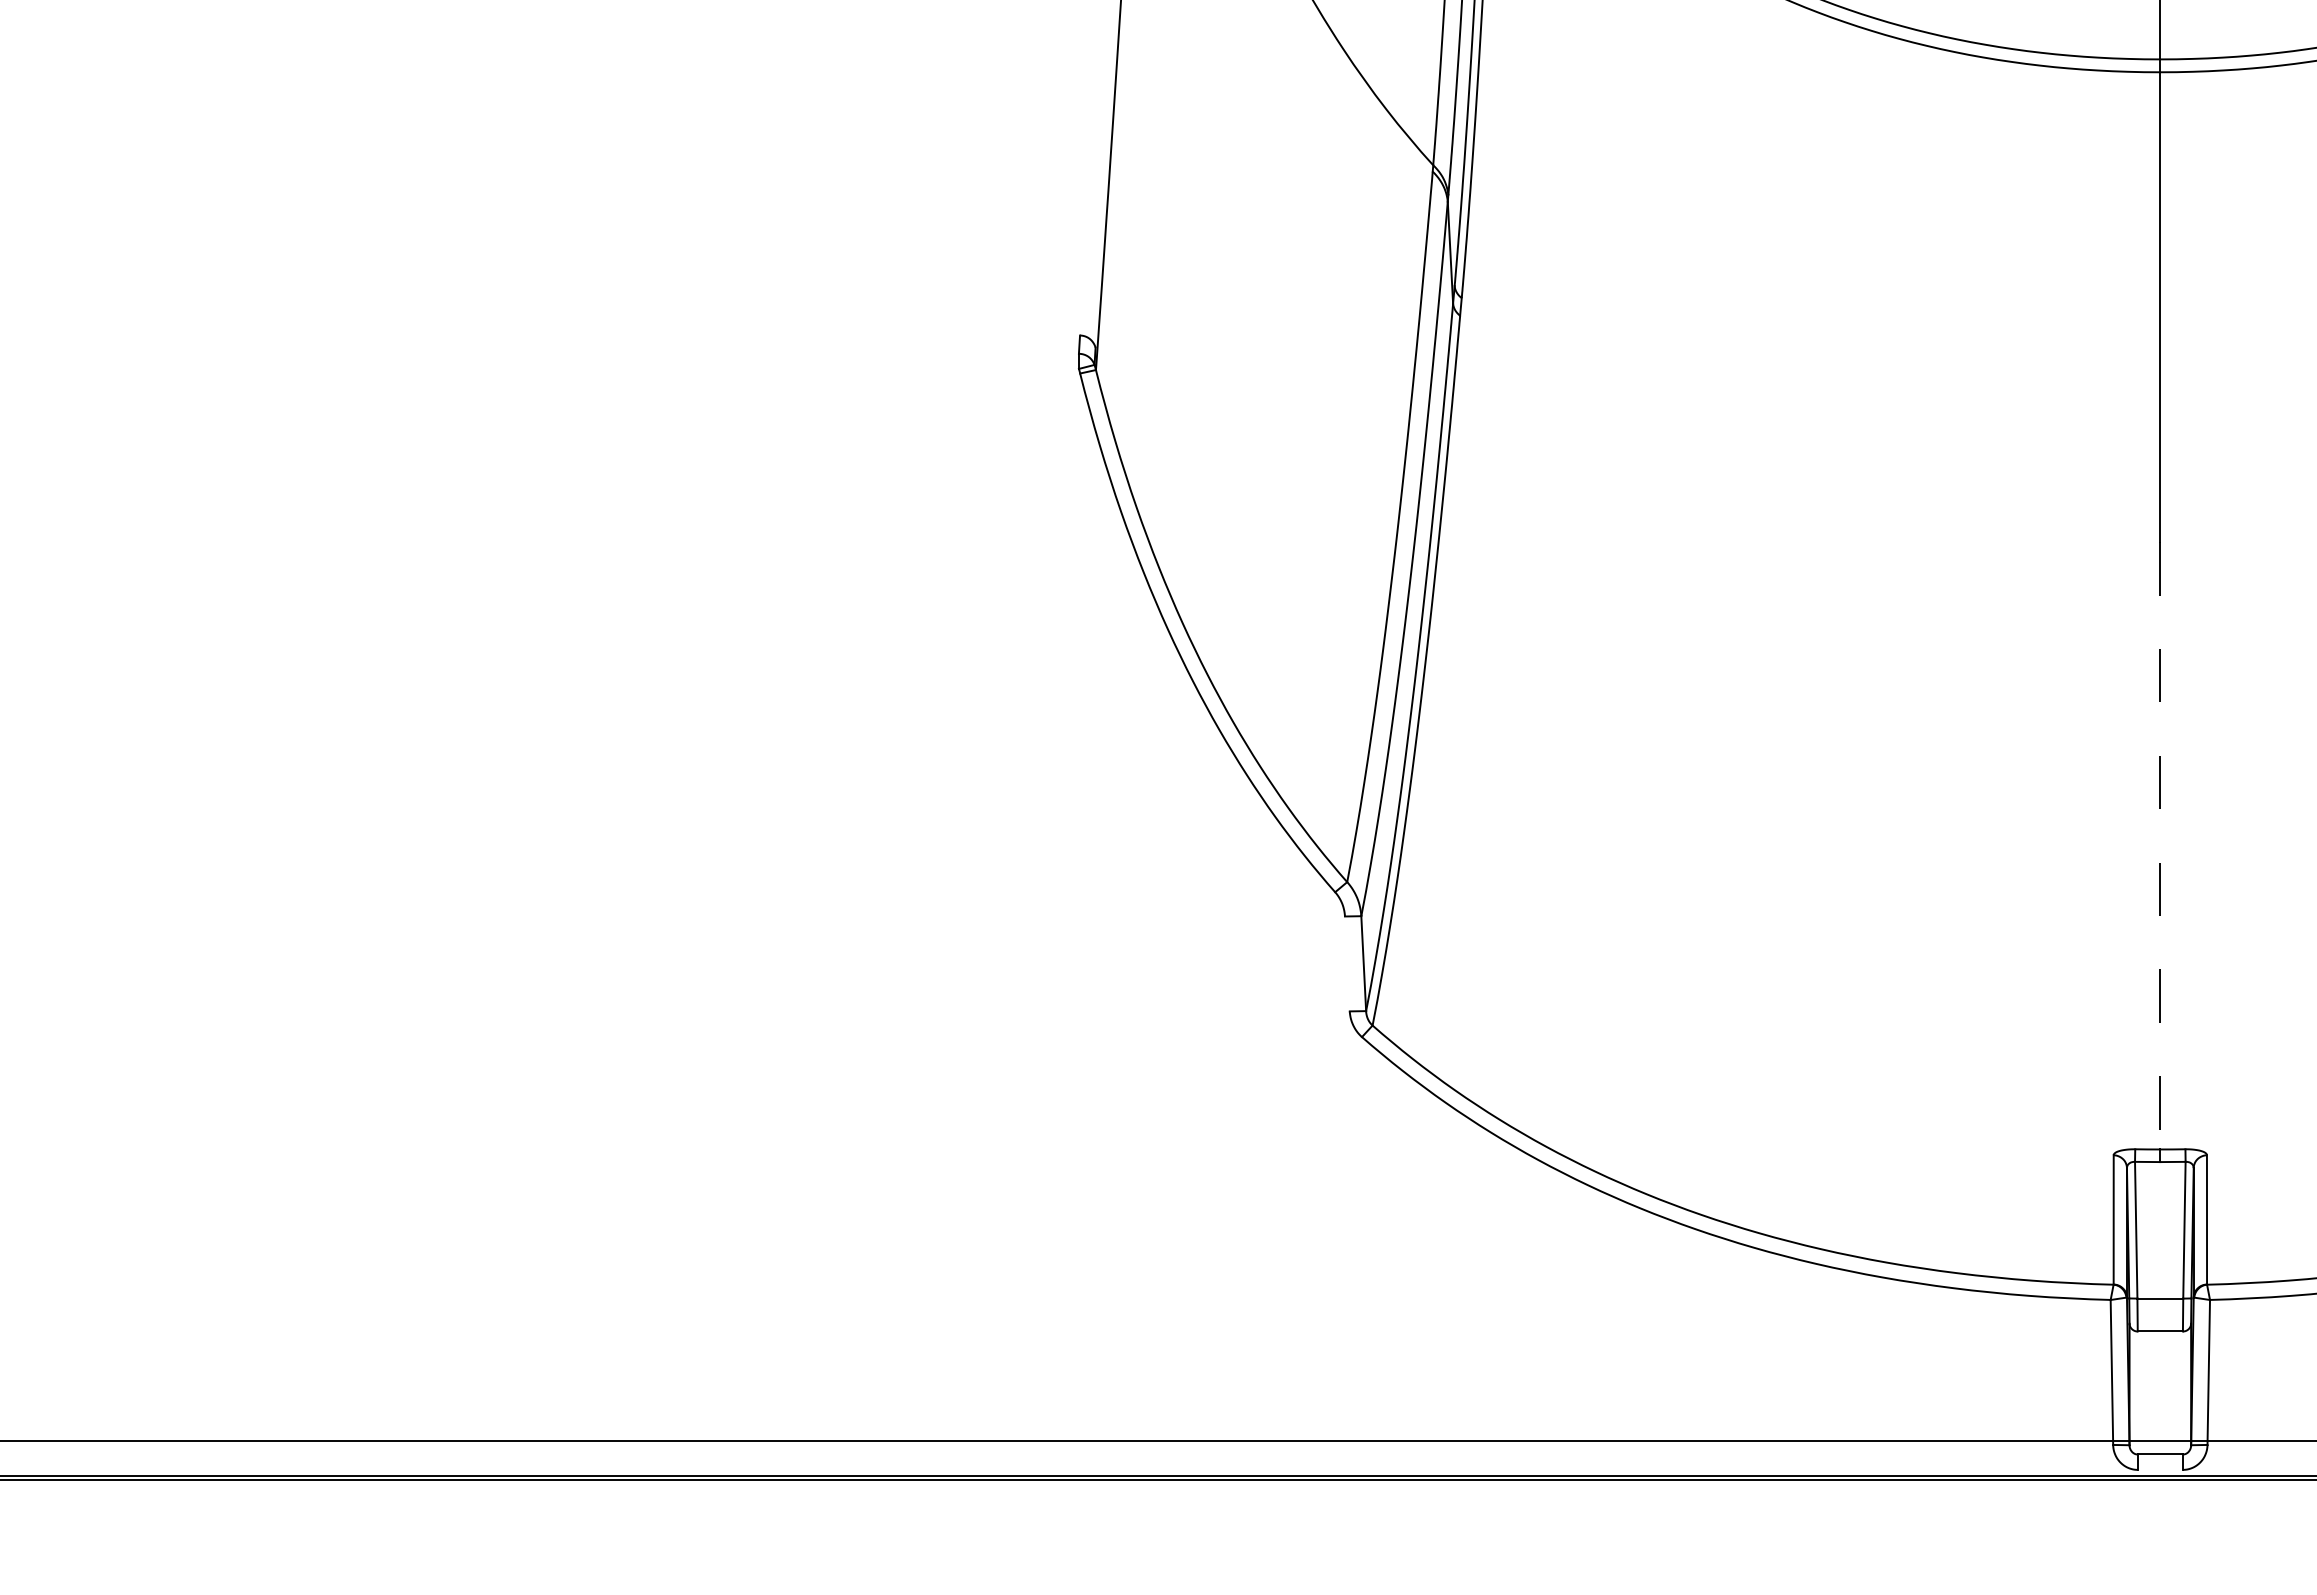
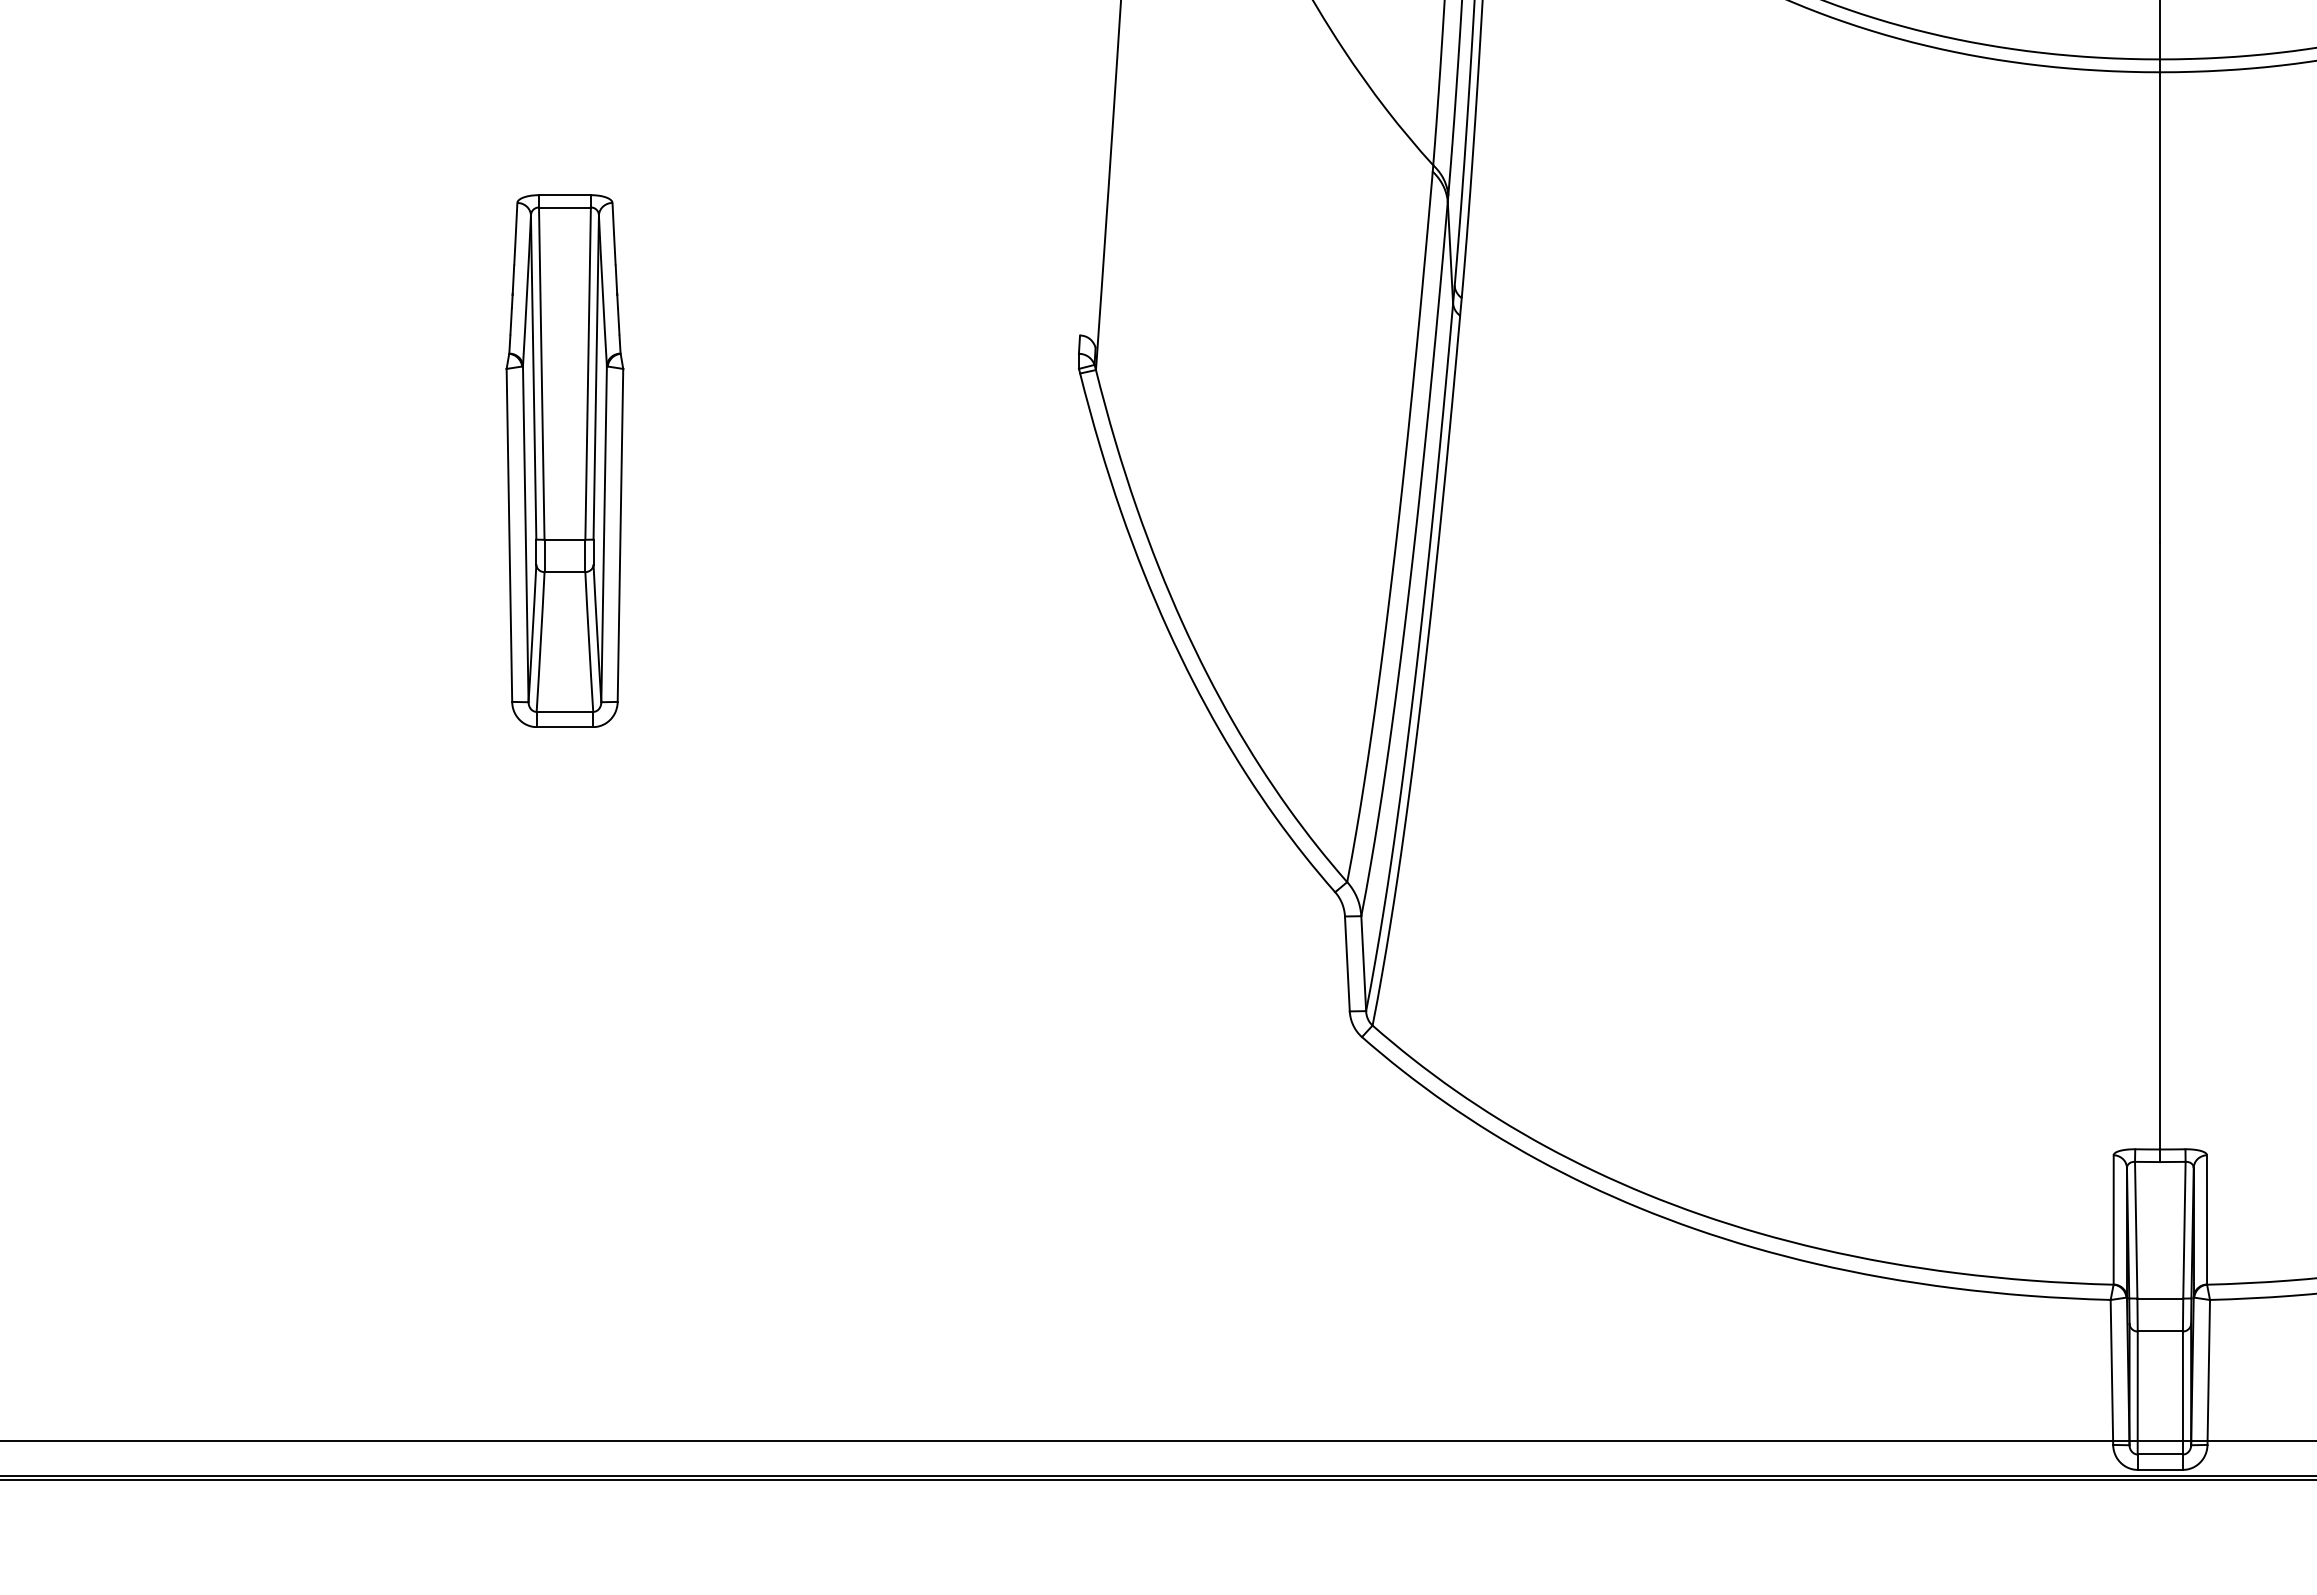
part at (564, 460): none -> present
line at (2160, 845): dashed -> solid
line at (1346, 963): none -> present
line at (2137, 1392): none -> present
line at (2182, 1392): none -> present
line at (2159, 1469): none -> present
